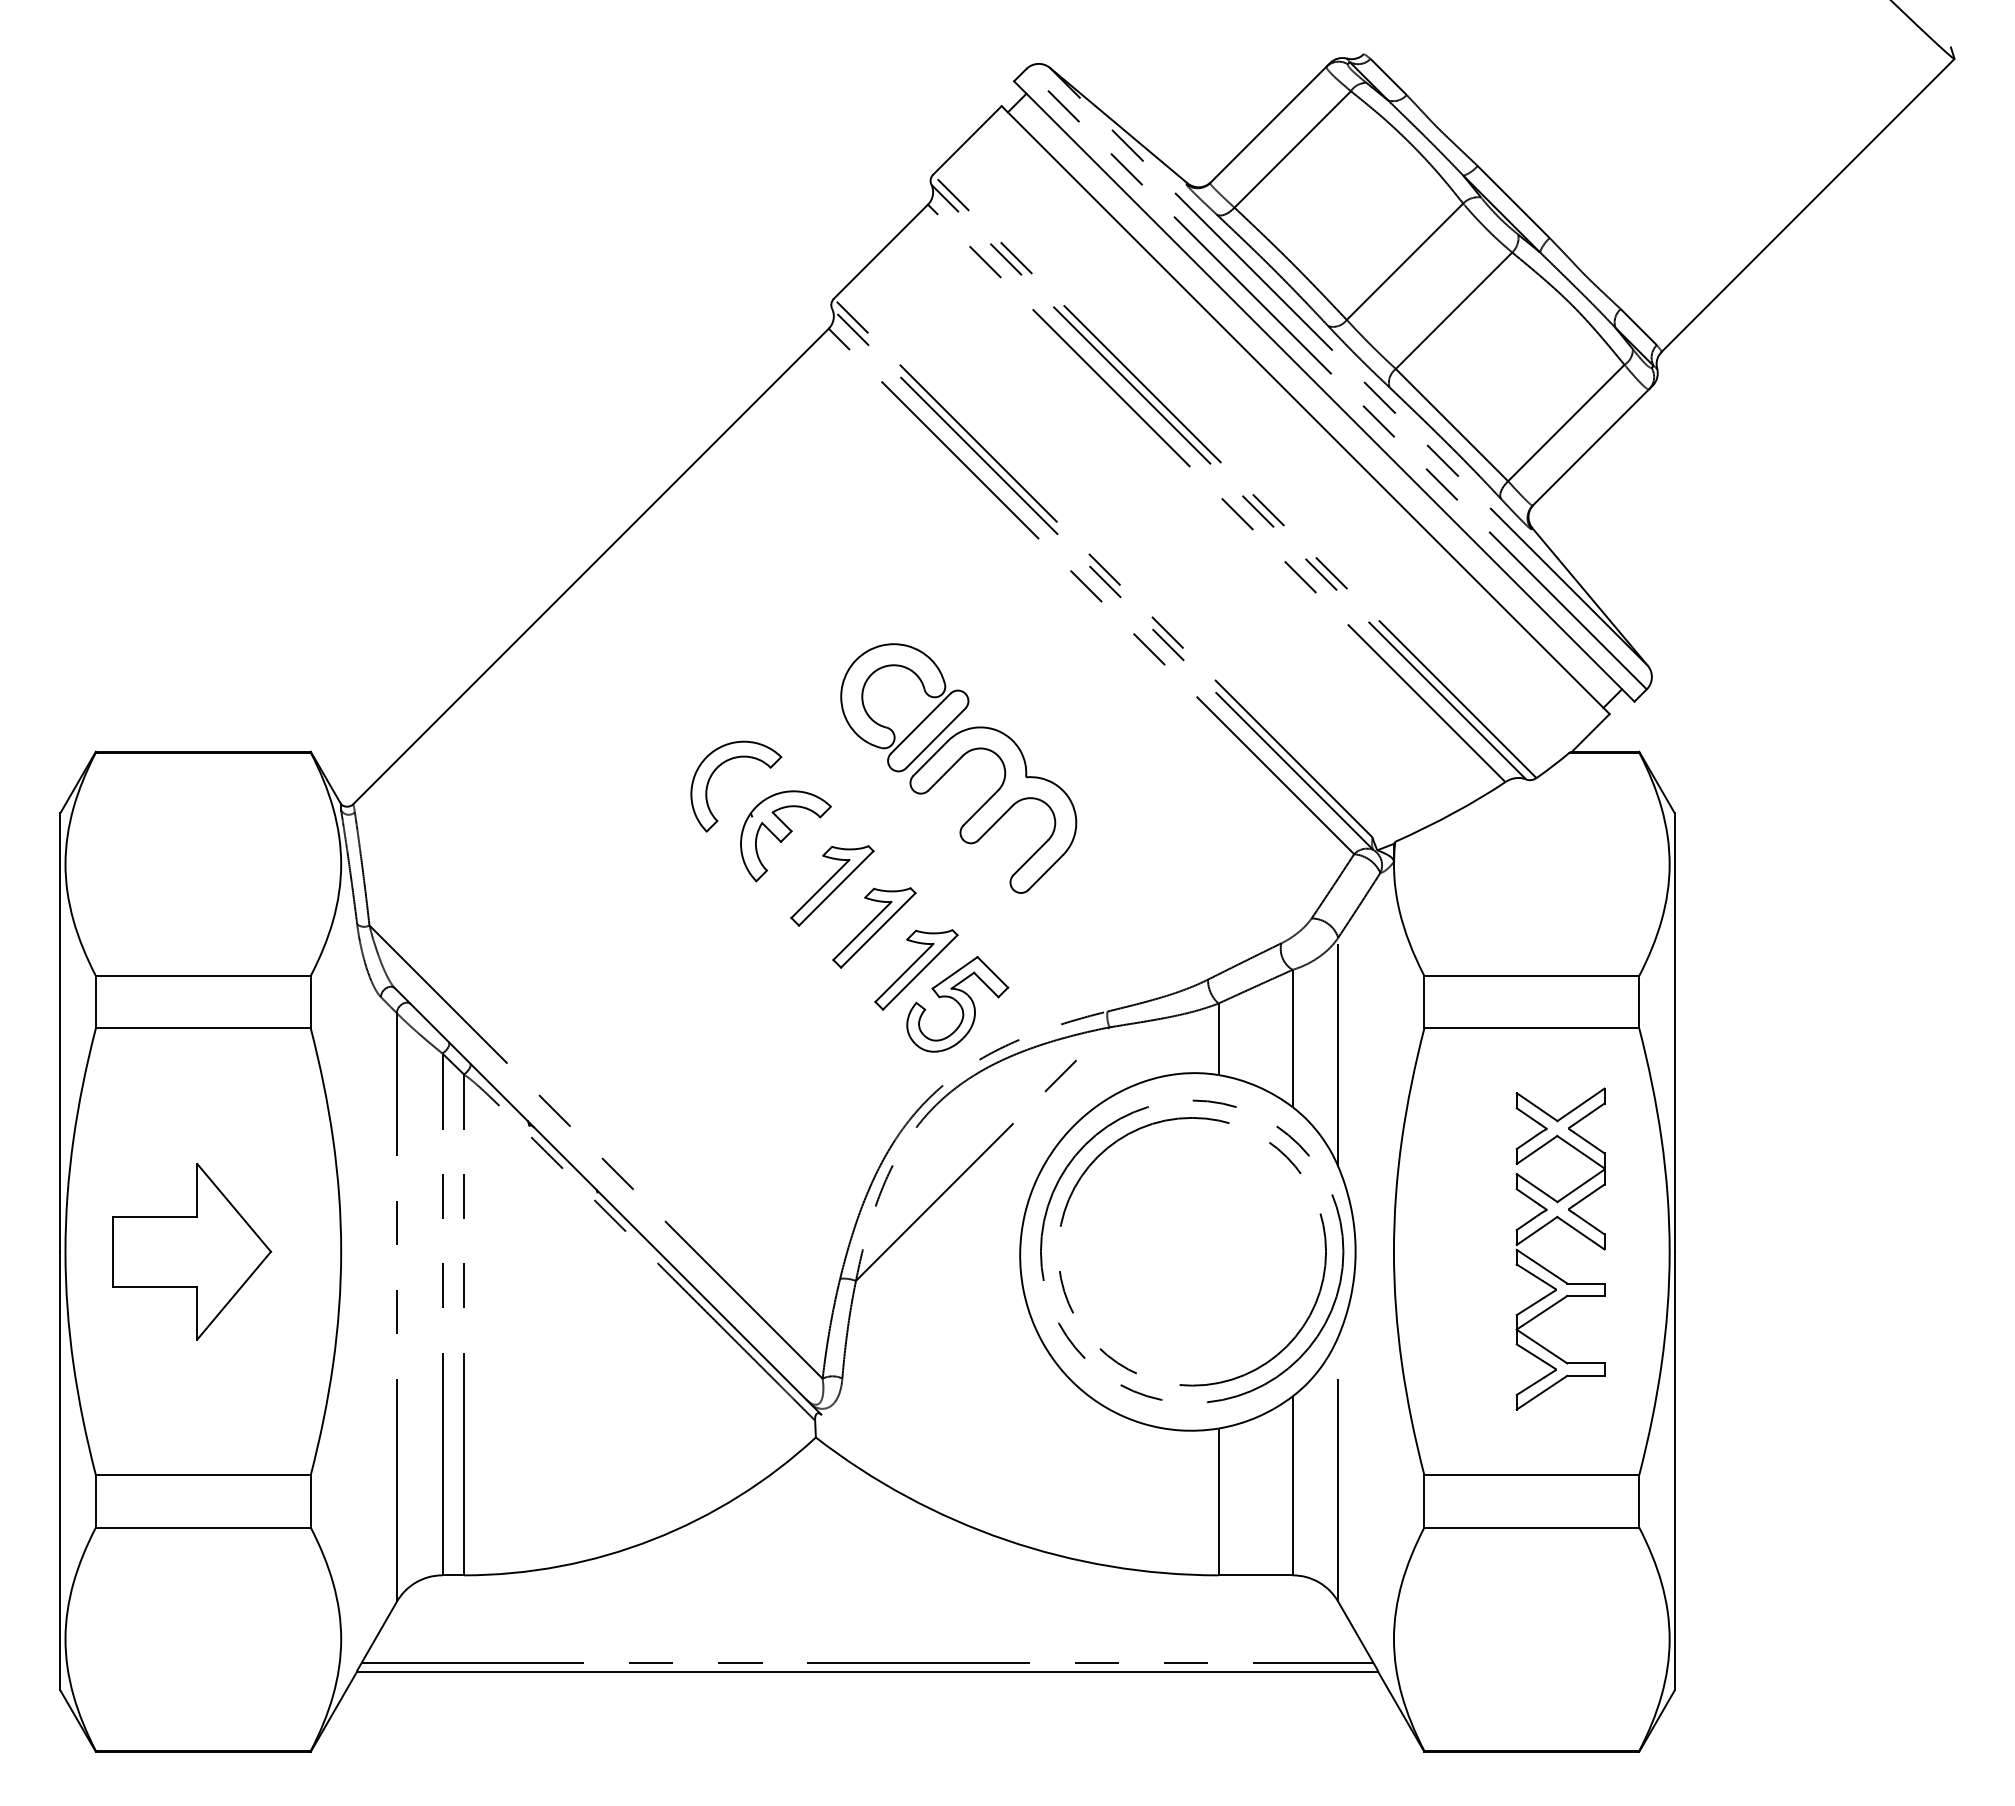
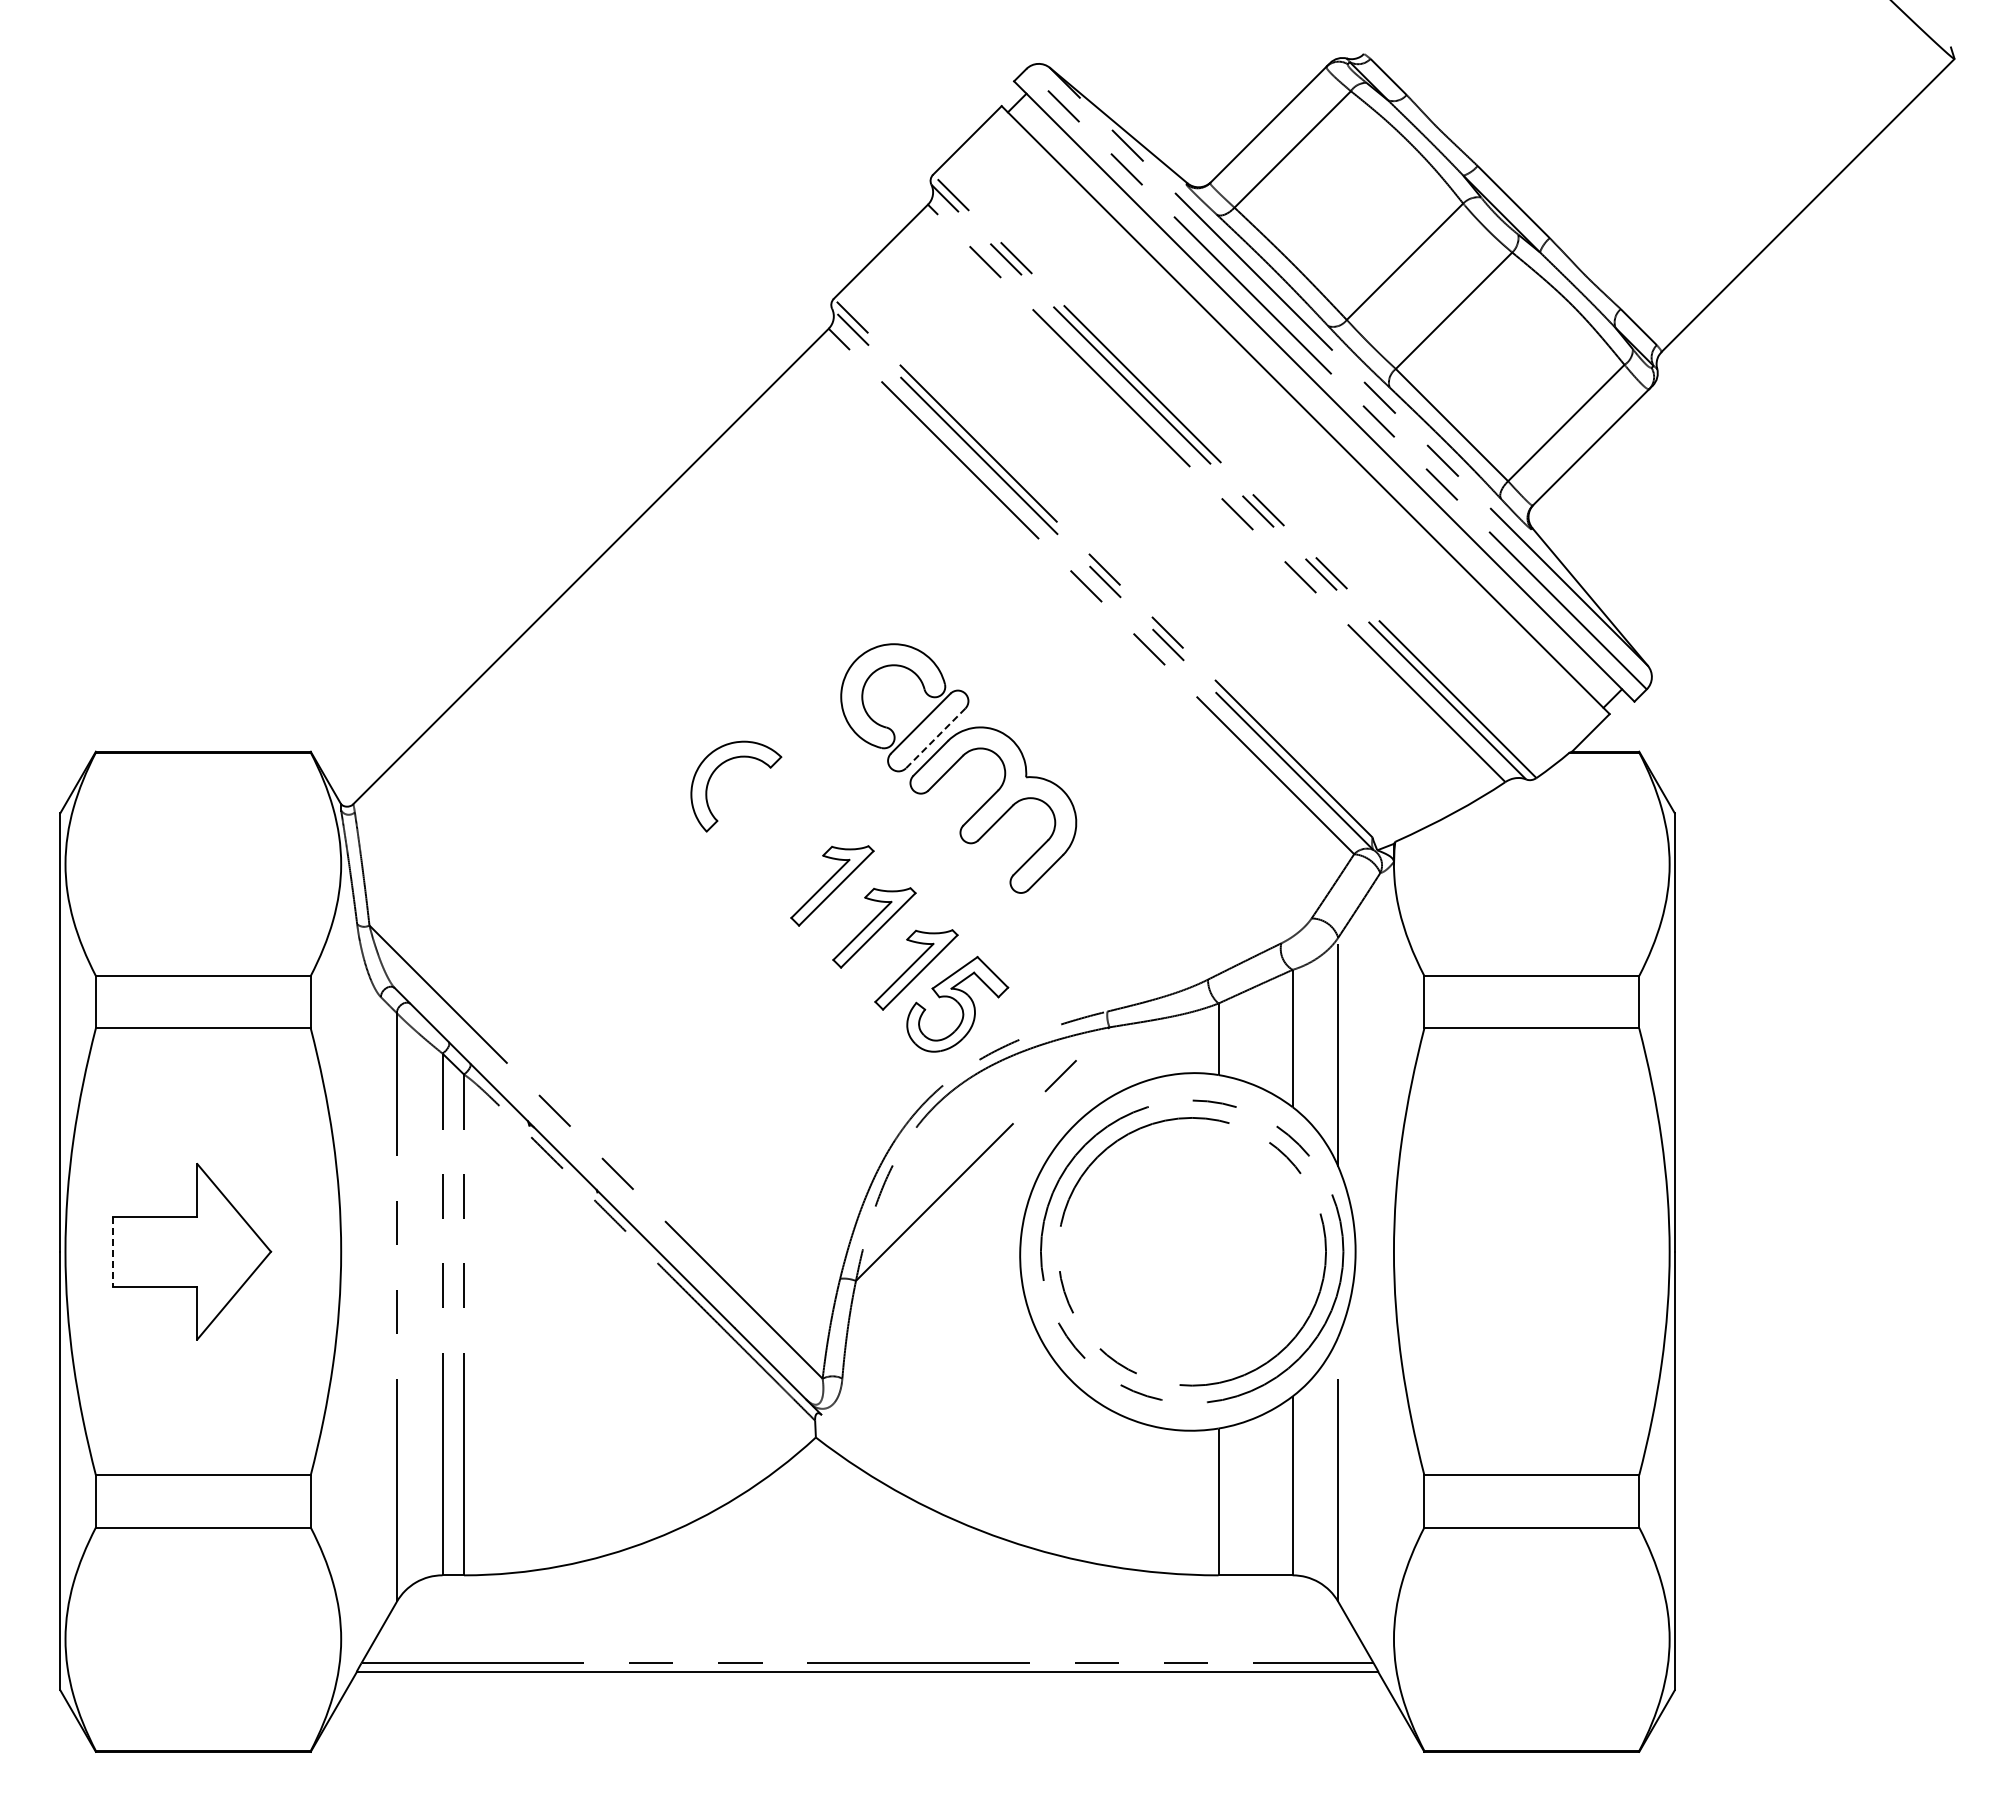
line at (935, 738): solid -> dashed
part at (785, 836): present -> none
part at (1573, 1229): present -> none
line at (113, 1252): solid -> dashed
